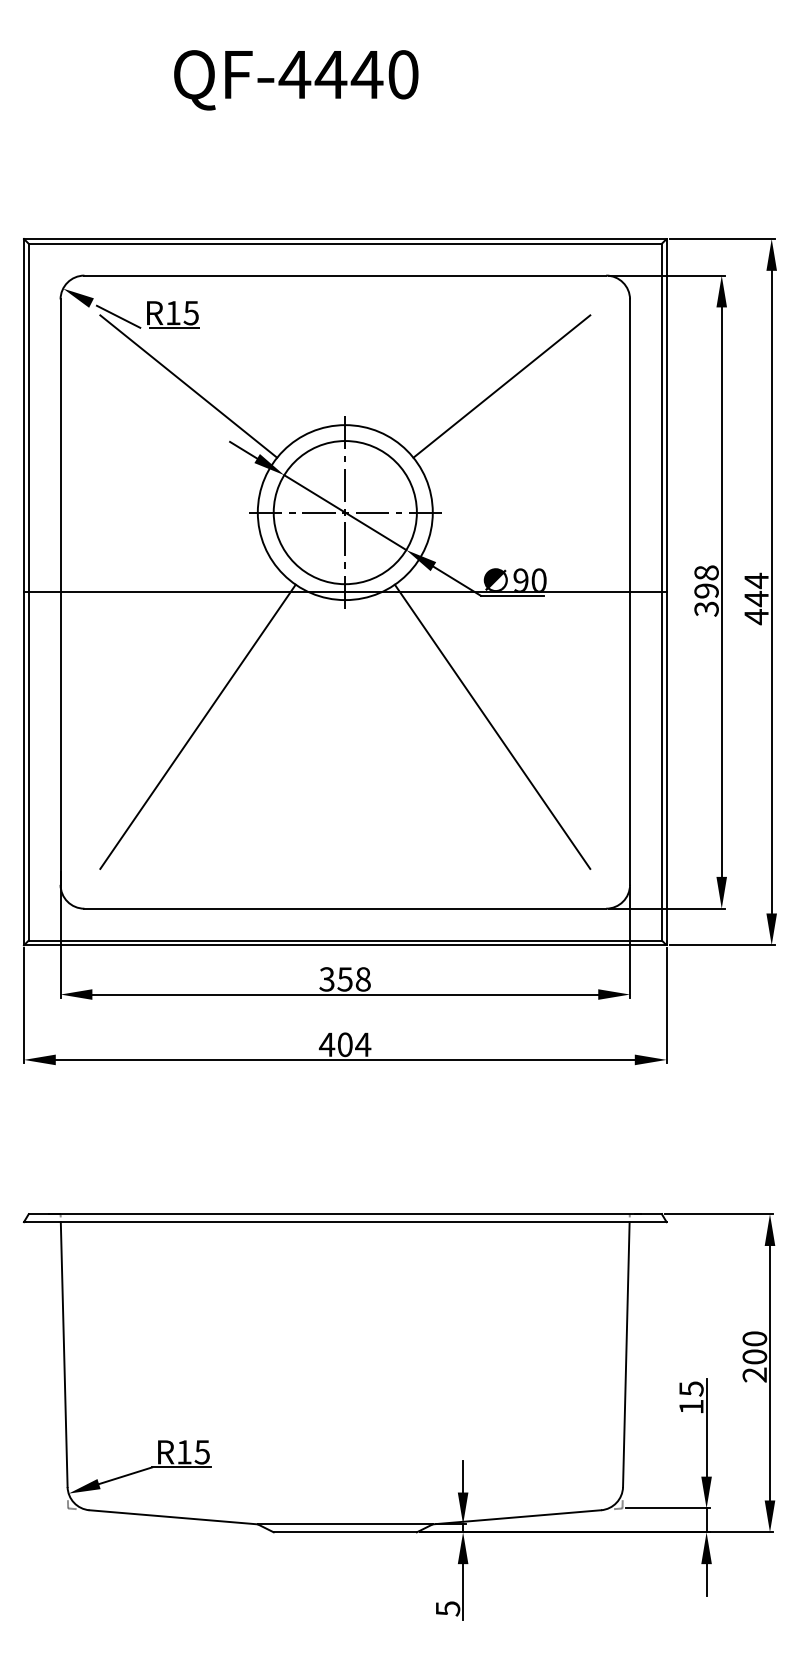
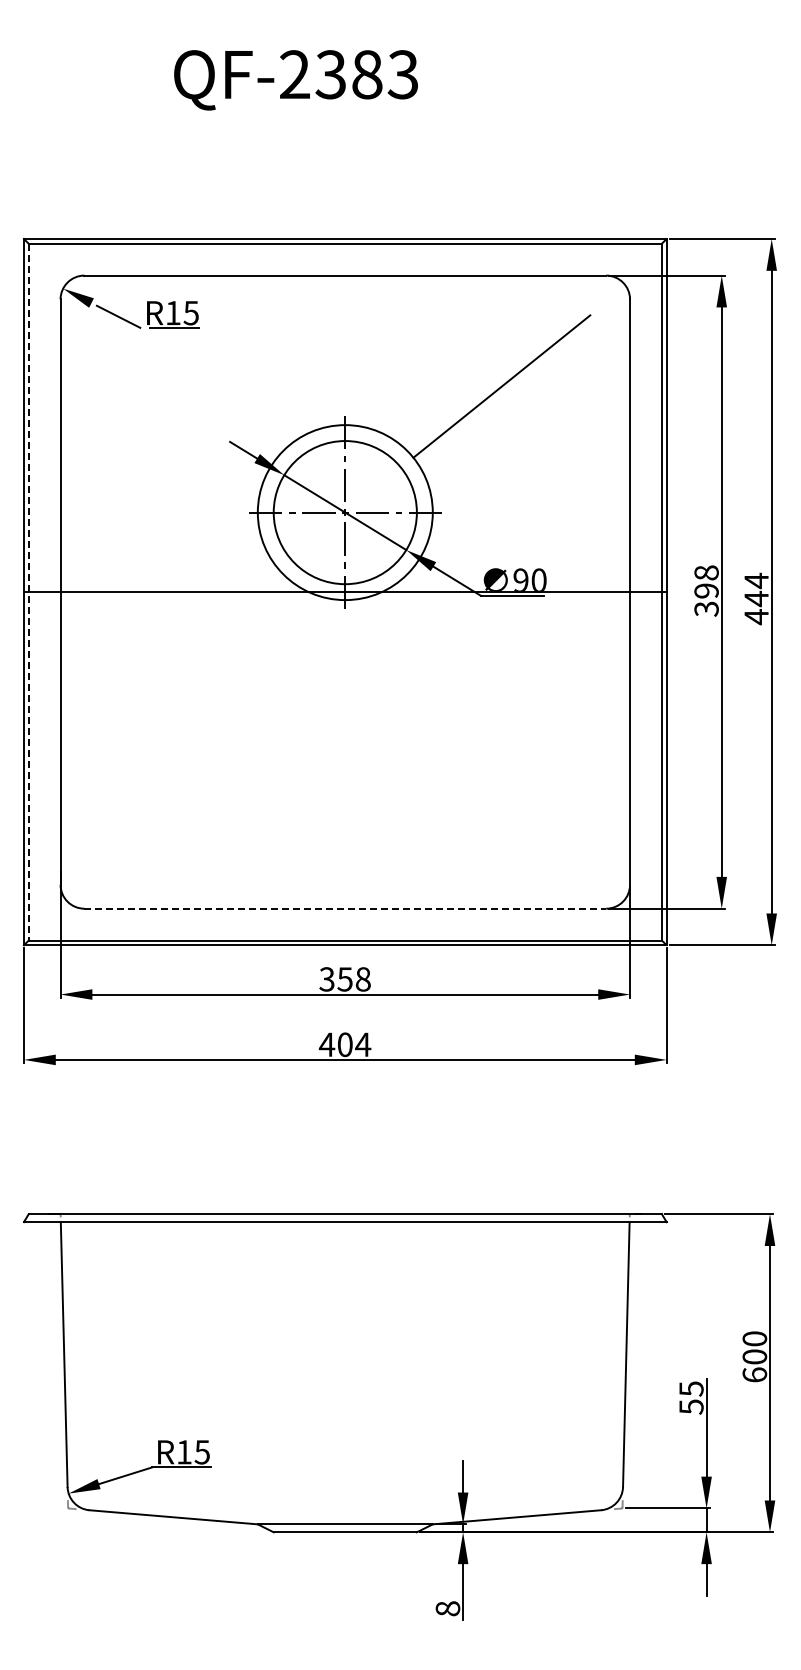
text at (348, 74): QF-4440 -> QF-2383
line at (188, 386): present -> none
line at (28, 592): solid -> dashed
line at (197, 726): present -> none
line at (492, 726): present -> none
line at (345, 908): solid -> dashed
text at (754, 1374): 200 -> 600
text at (691, 1406): 15 -> 55
text at (447, 1608): 5 -> 8
